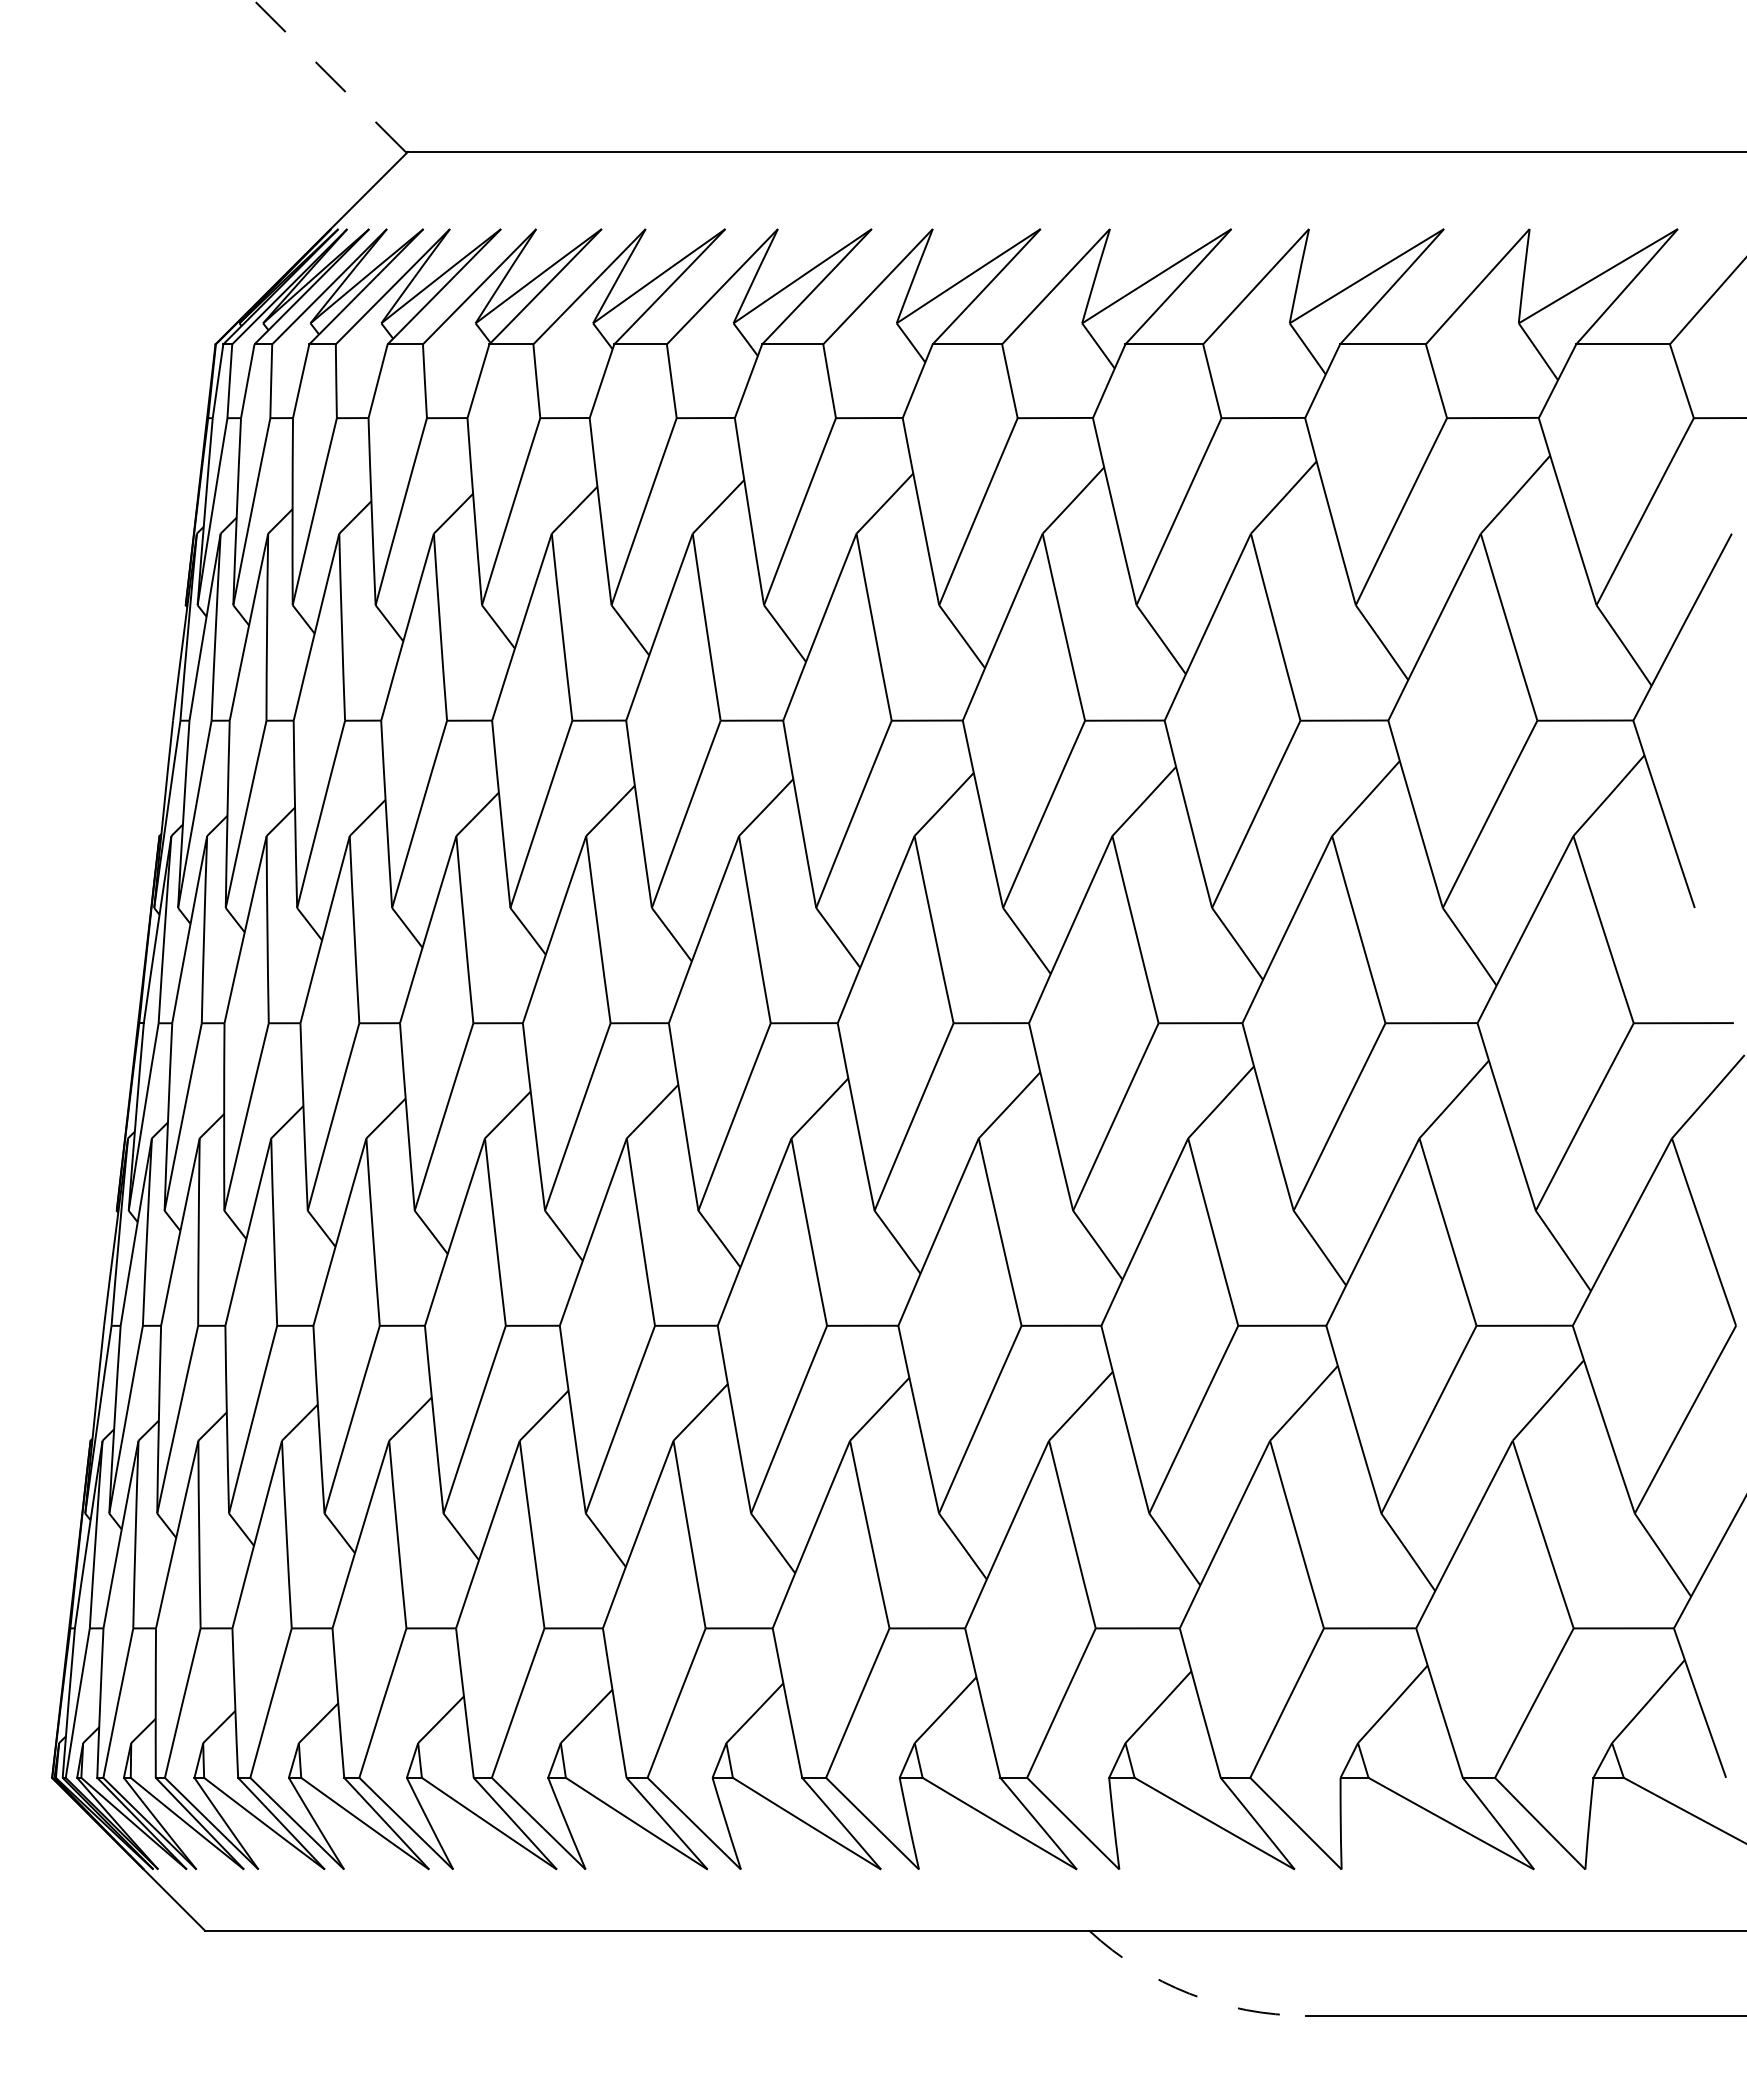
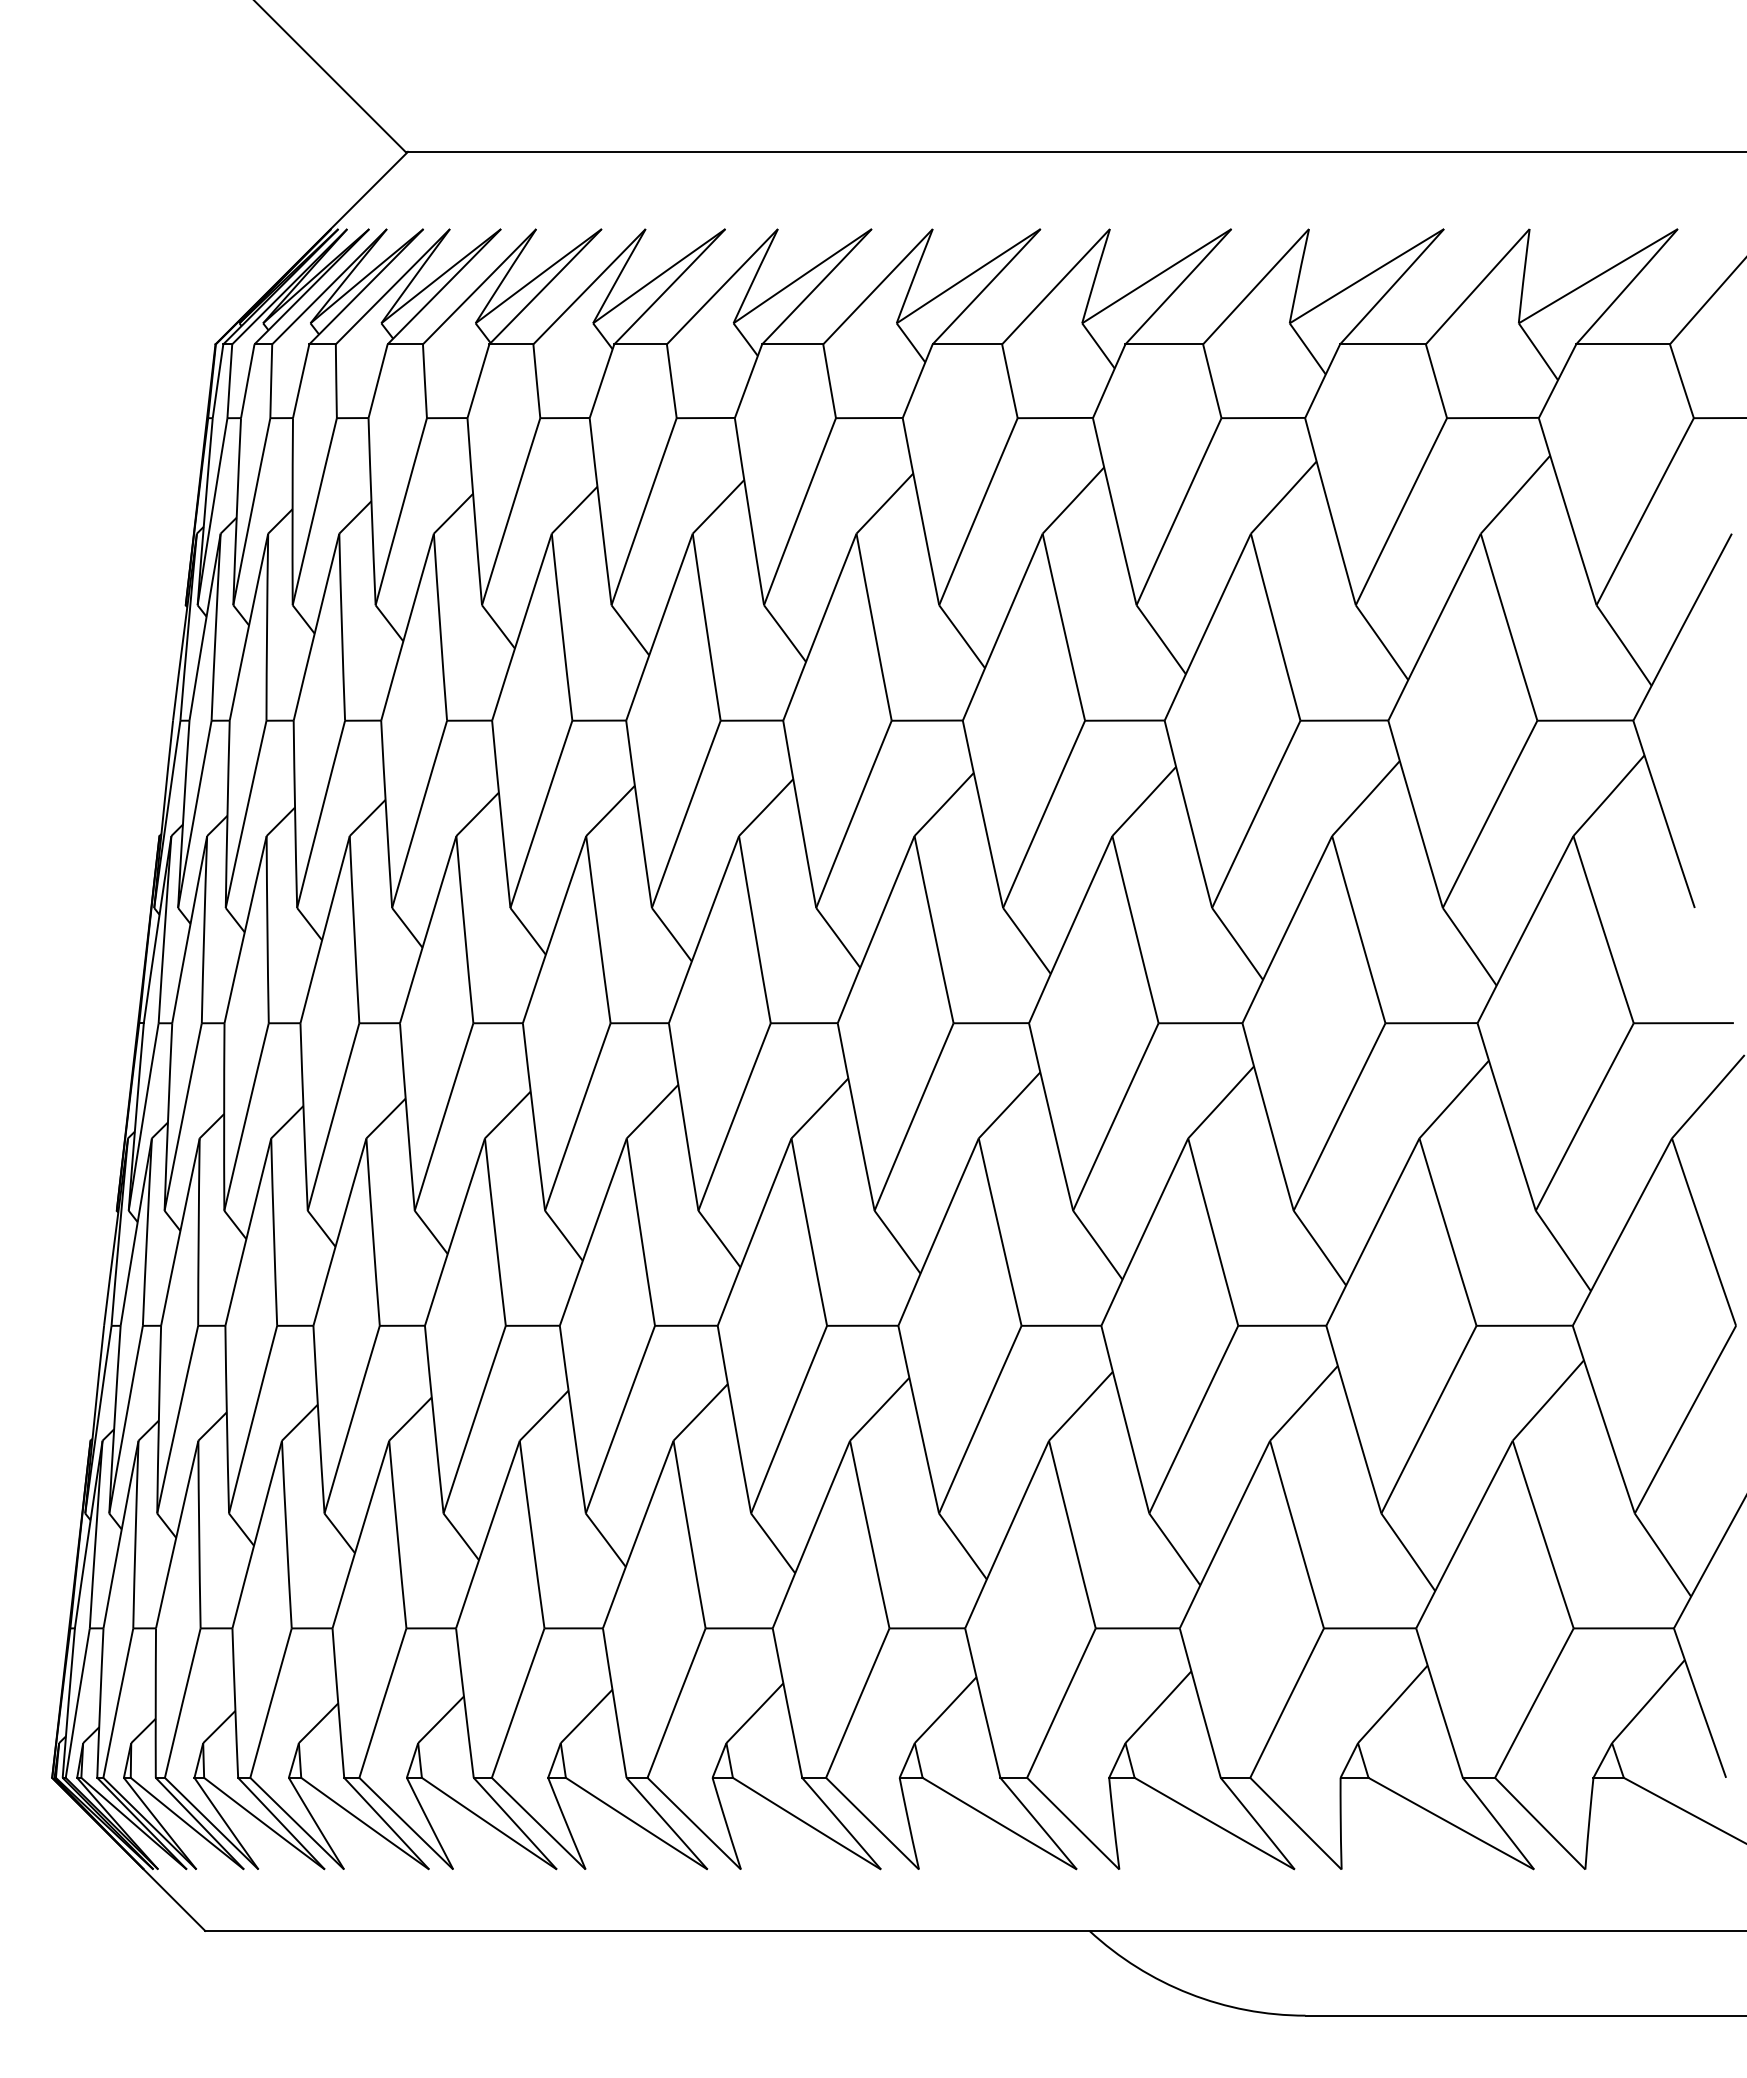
line at (329, 75): dashed -> solid
arc at (1189, 1993): dashed -> solid
